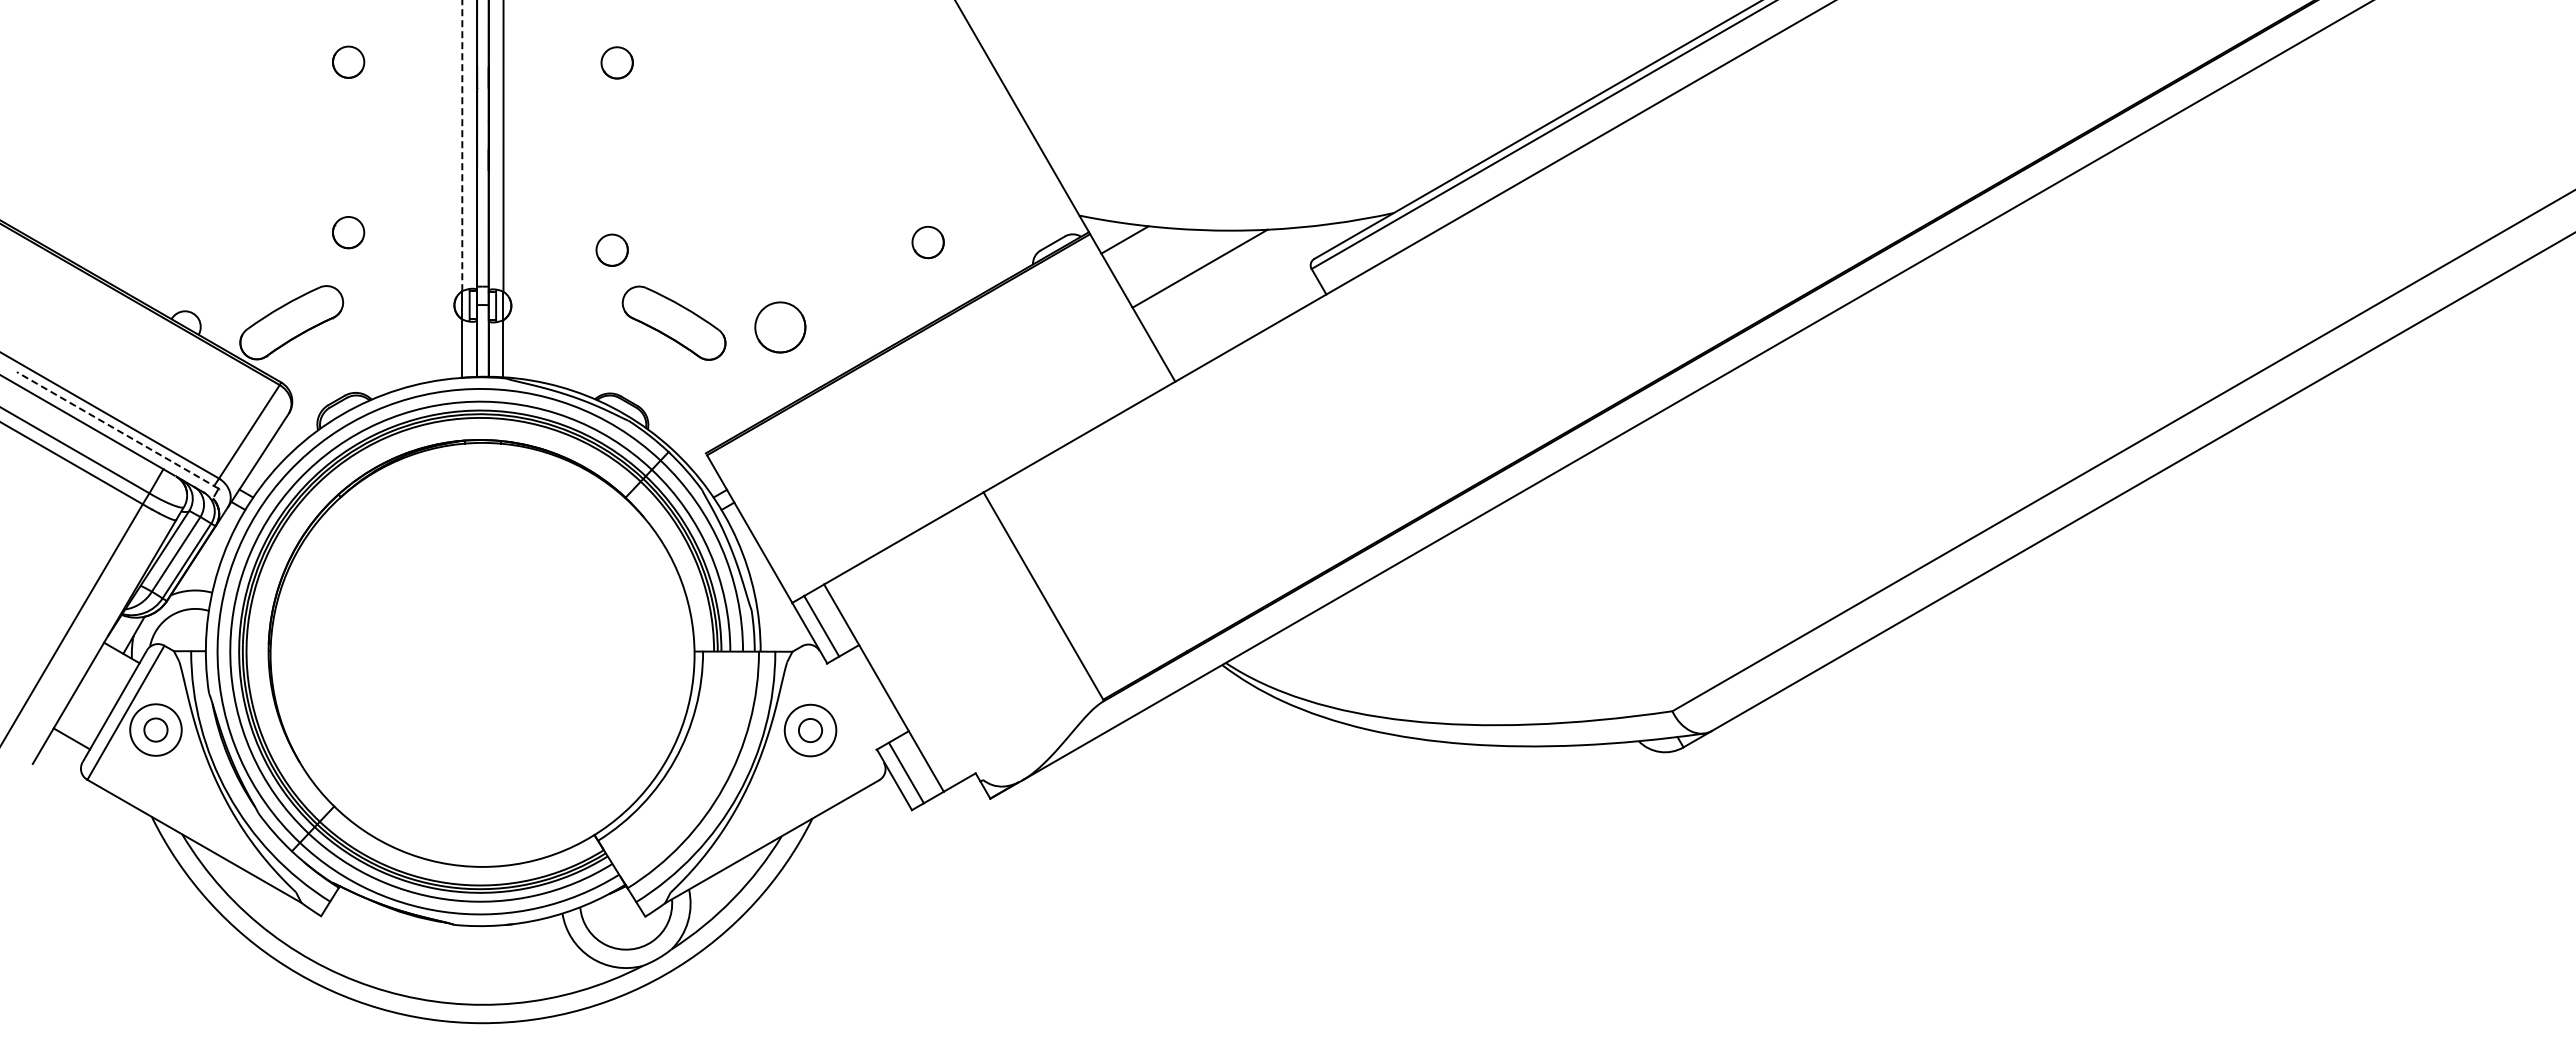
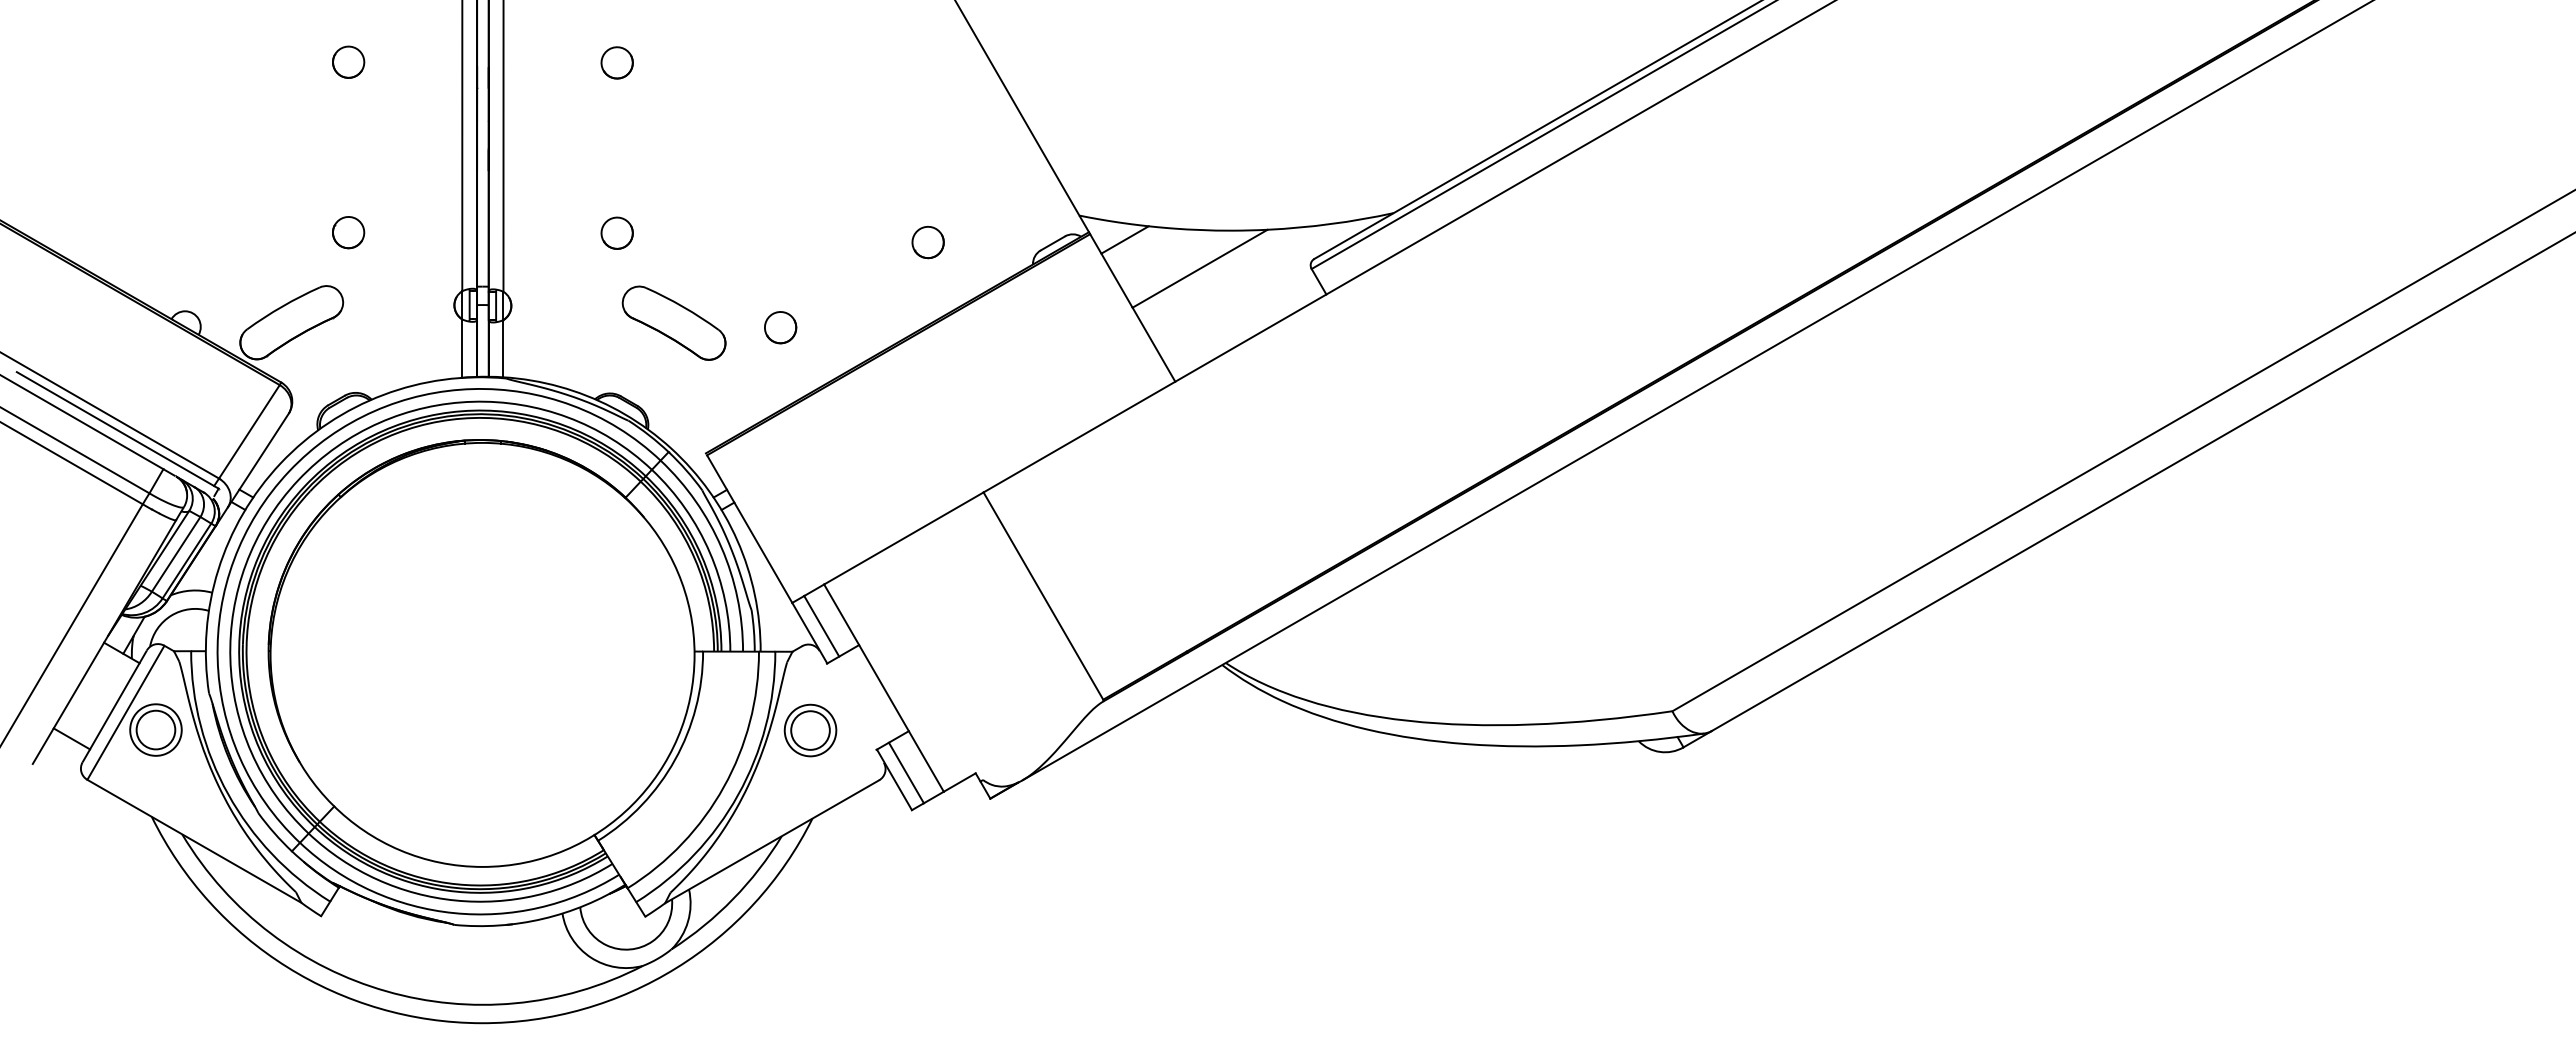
line at (462, 145): dashed -> solid
part at (611, 249) position: (611, 249) -> (616, 232)
part at (780, 327) size: 53x53 px -> 34x34 px
line at (117, 430): dashed -> solid
circle at (155, 729) diameter: 23 px -> 39 px
circle at (810, 730) diameter: 23 px -> 39 px
